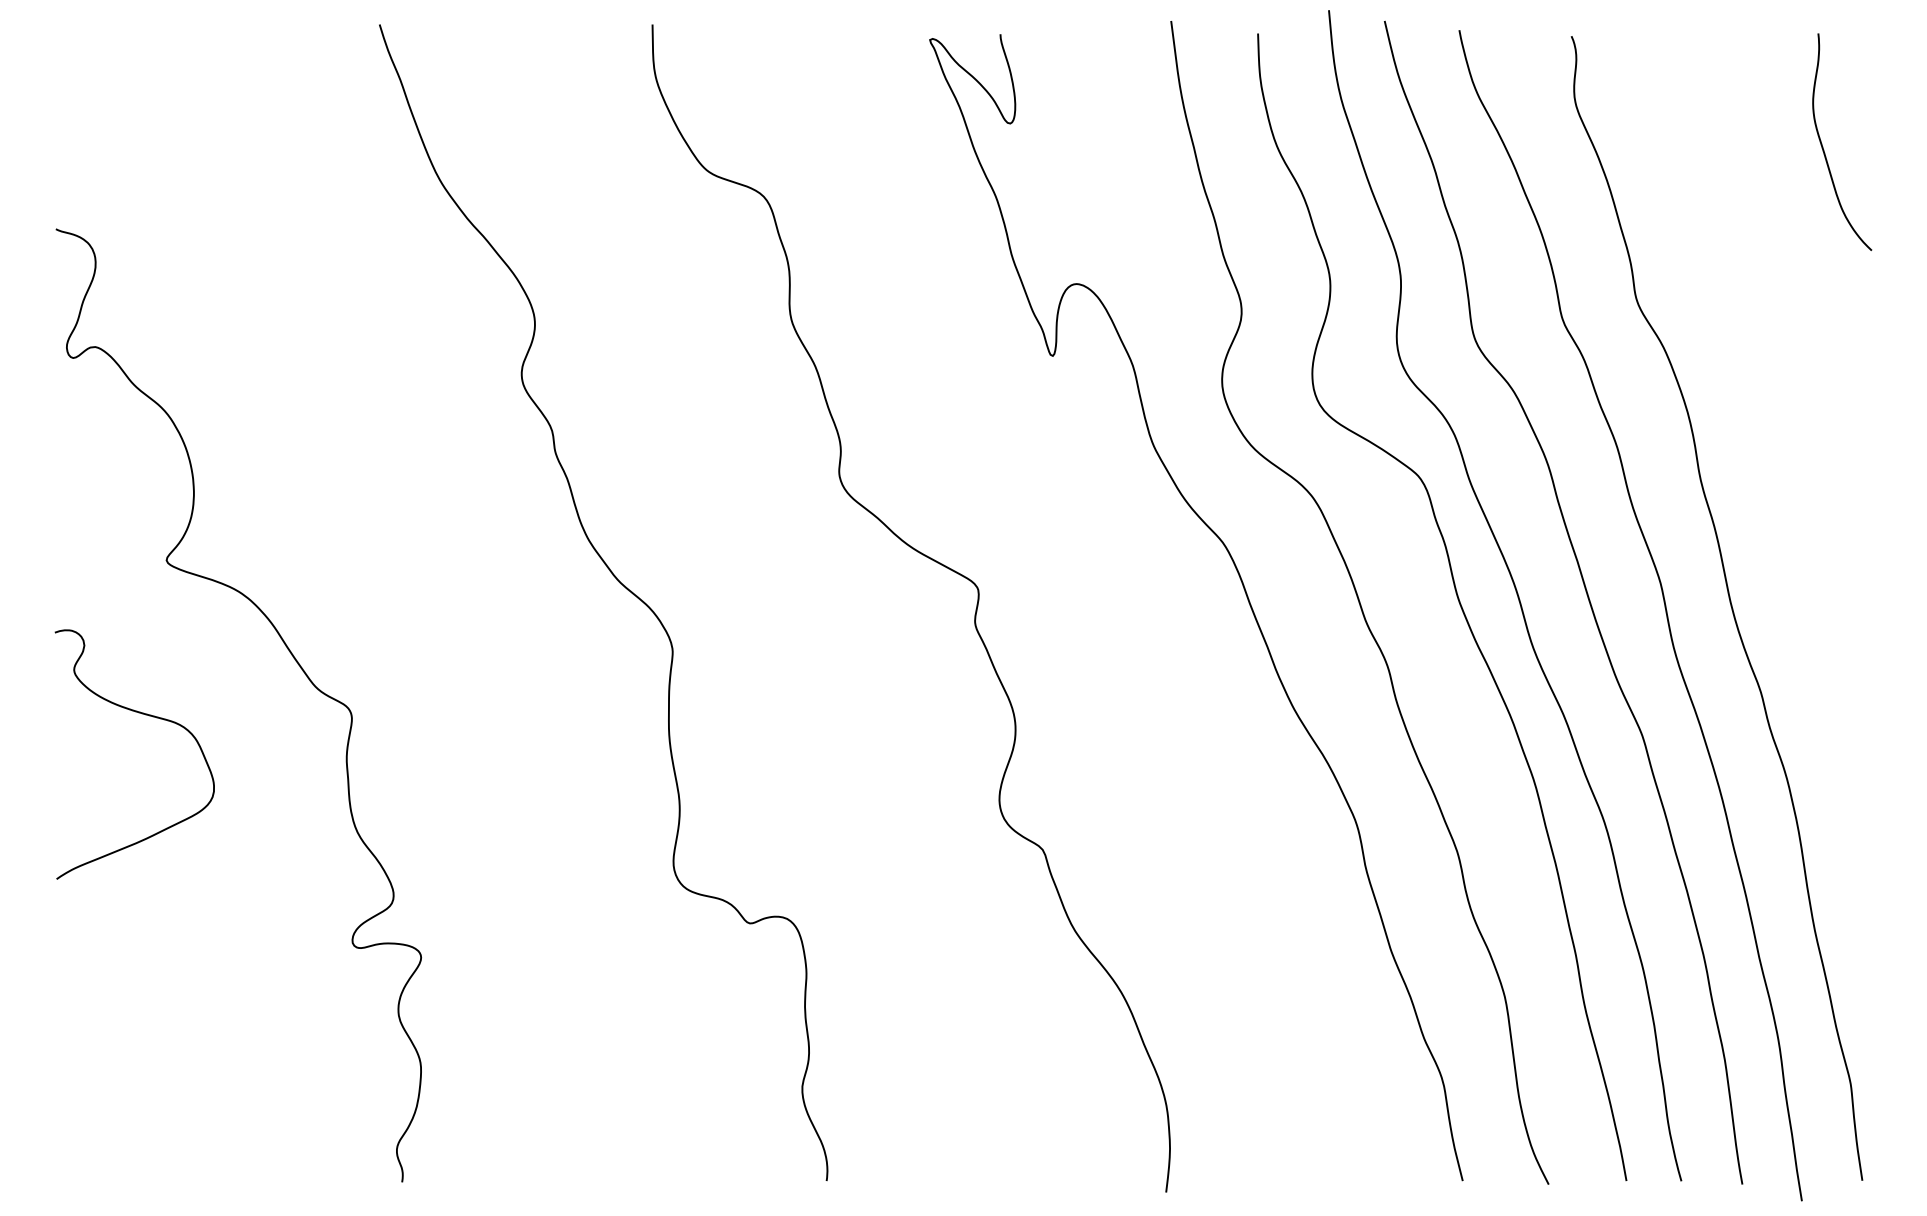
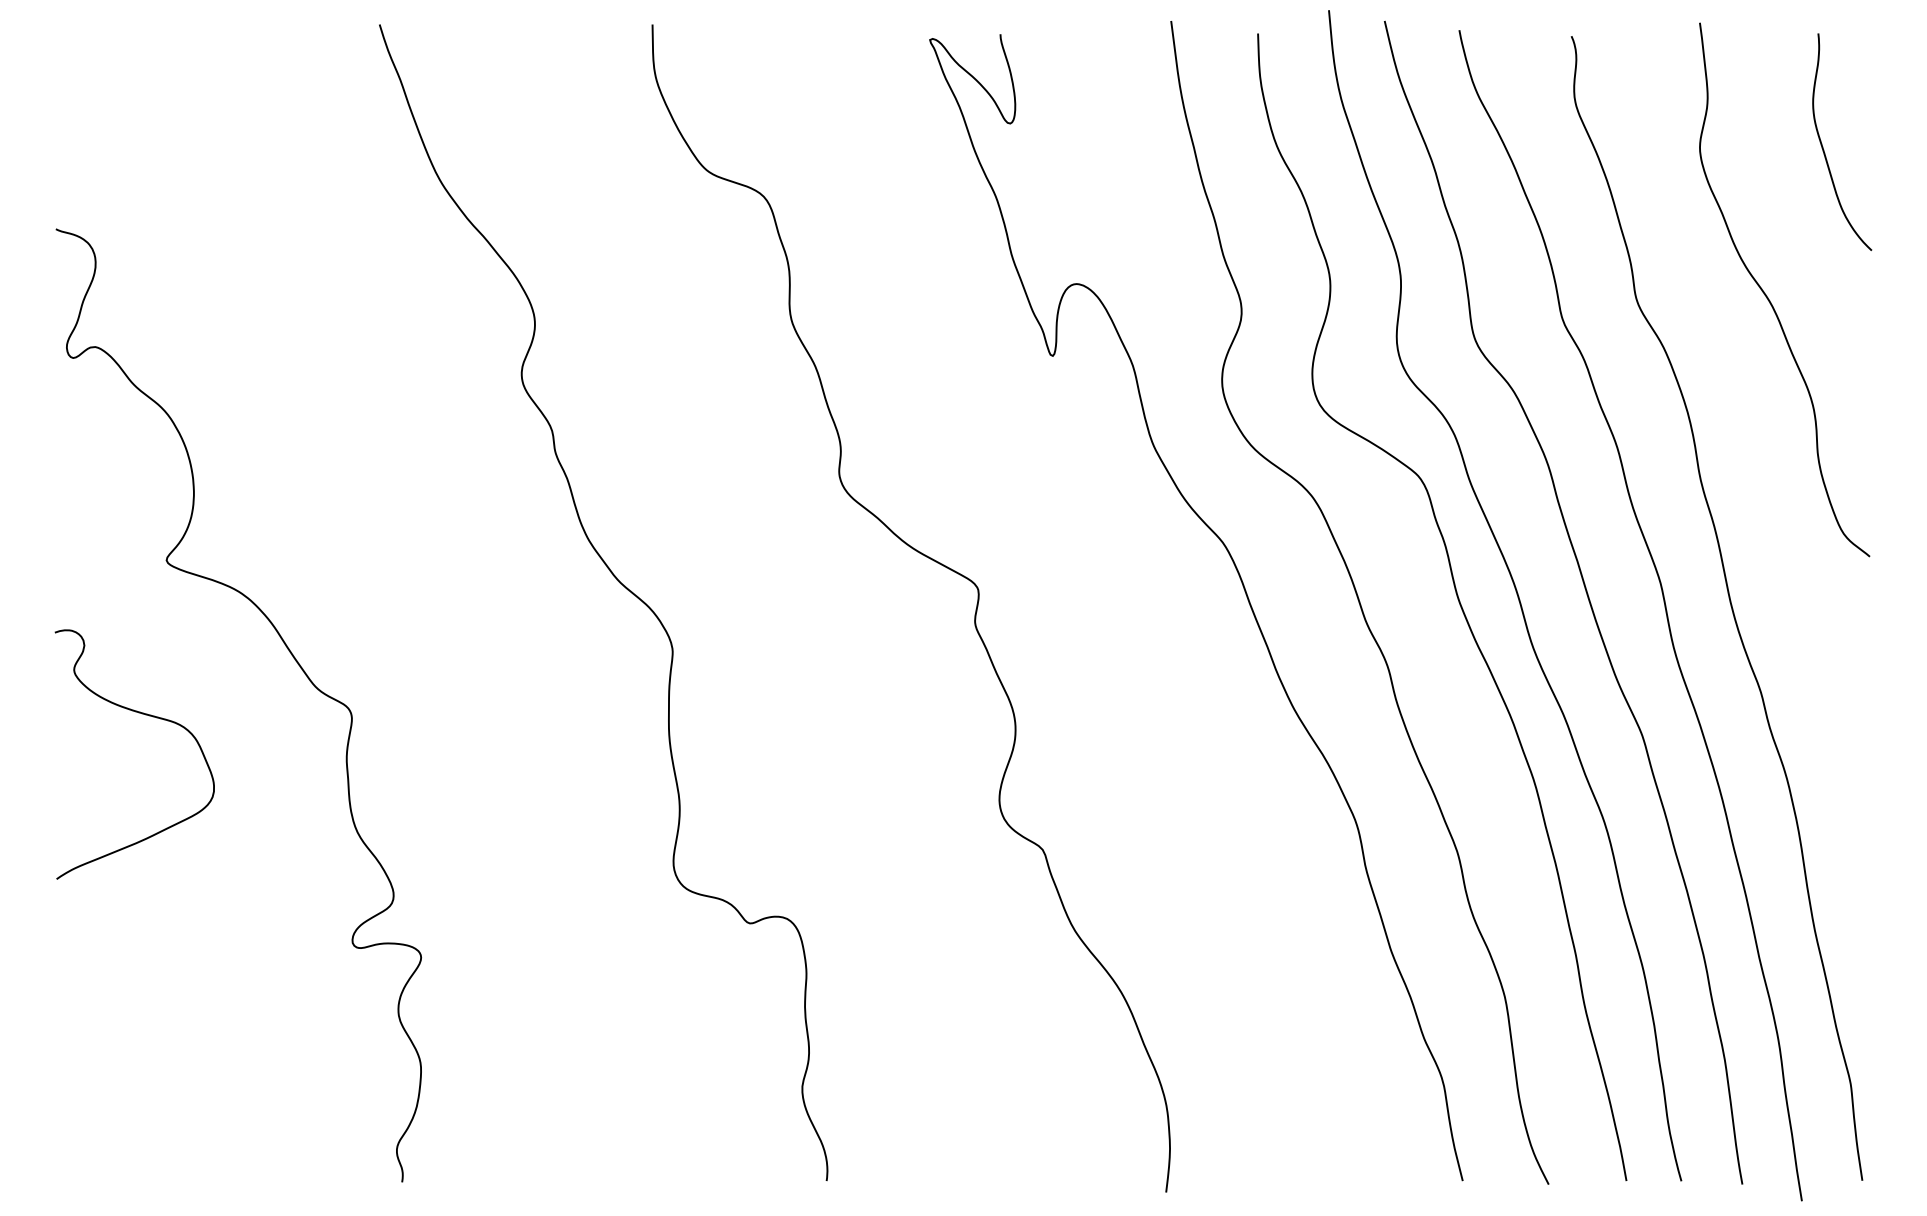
curve at (1770, 300): none -> present
